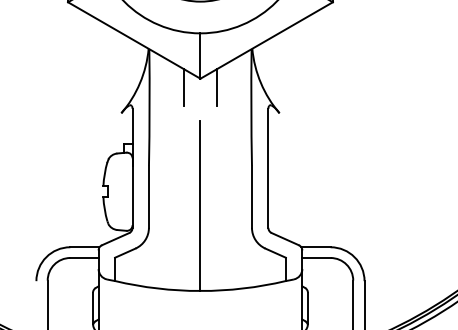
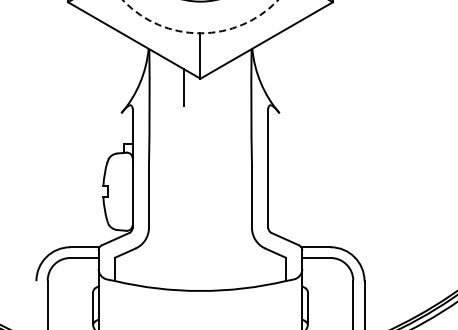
circle at (200, 16): solid -> dashed
line at (217, 86): present -> none
line at (200, 205): present -> none
